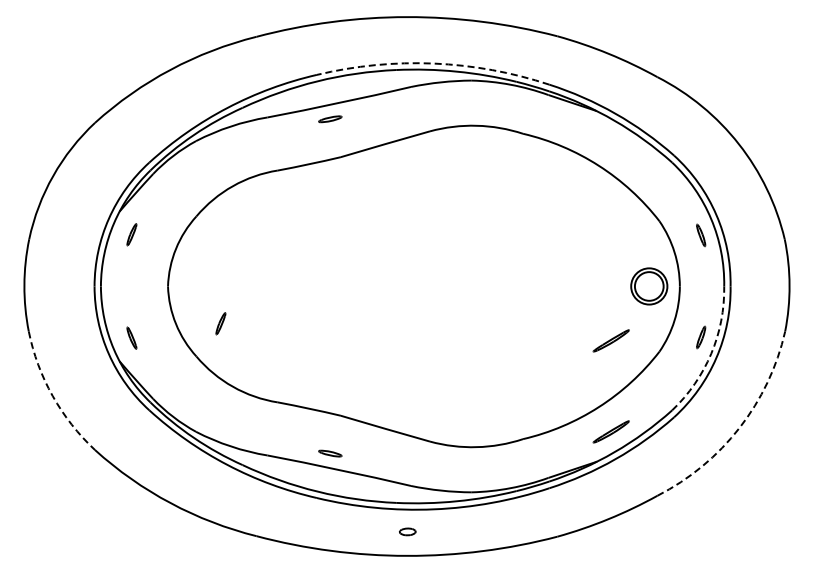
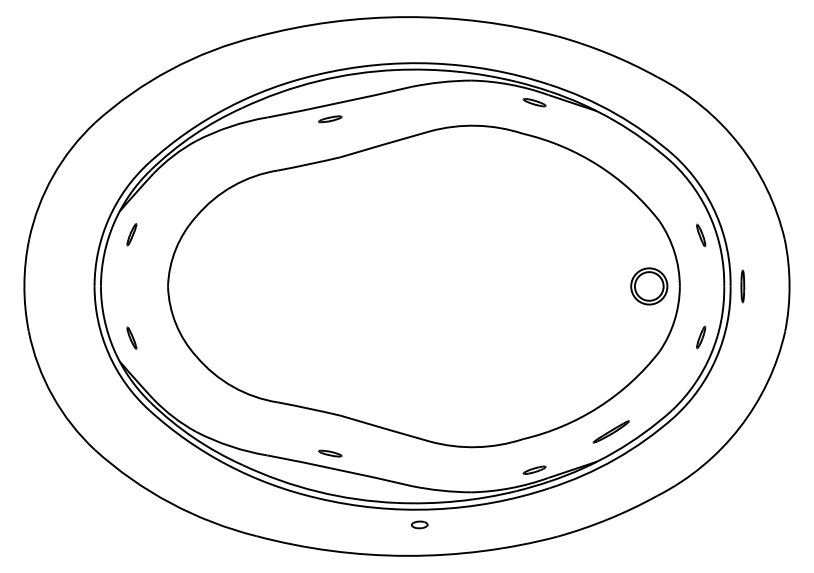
arc at (433, 63): dashed -> solid
part at (534, 102): none -> present
part at (742, 286): none -> present
part at (220, 323): present -> none
part at (610, 340): present -> none
arc at (711, 353): dashed -> solid
arc at (52, 396): dashed -> solid
arc at (739, 427): dashed -> solid
part at (534, 469): none -> present
part at (407, 531) position: (407, 531) -> (419, 524)
